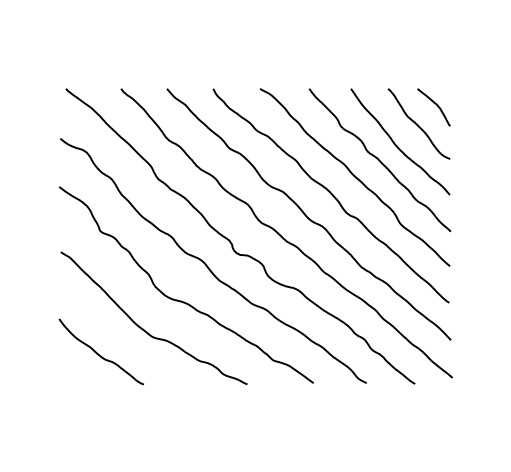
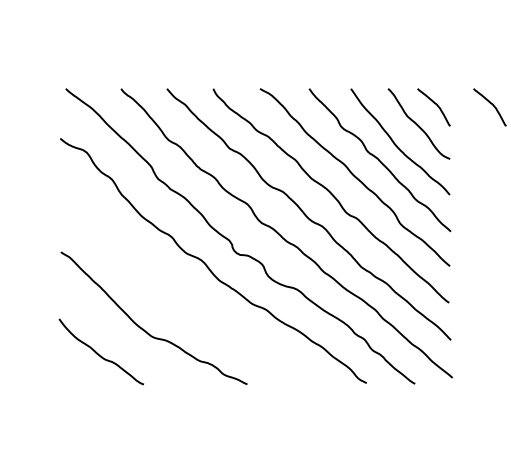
curve at (490, 104): none -> present
curve at (181, 300): present -> none
